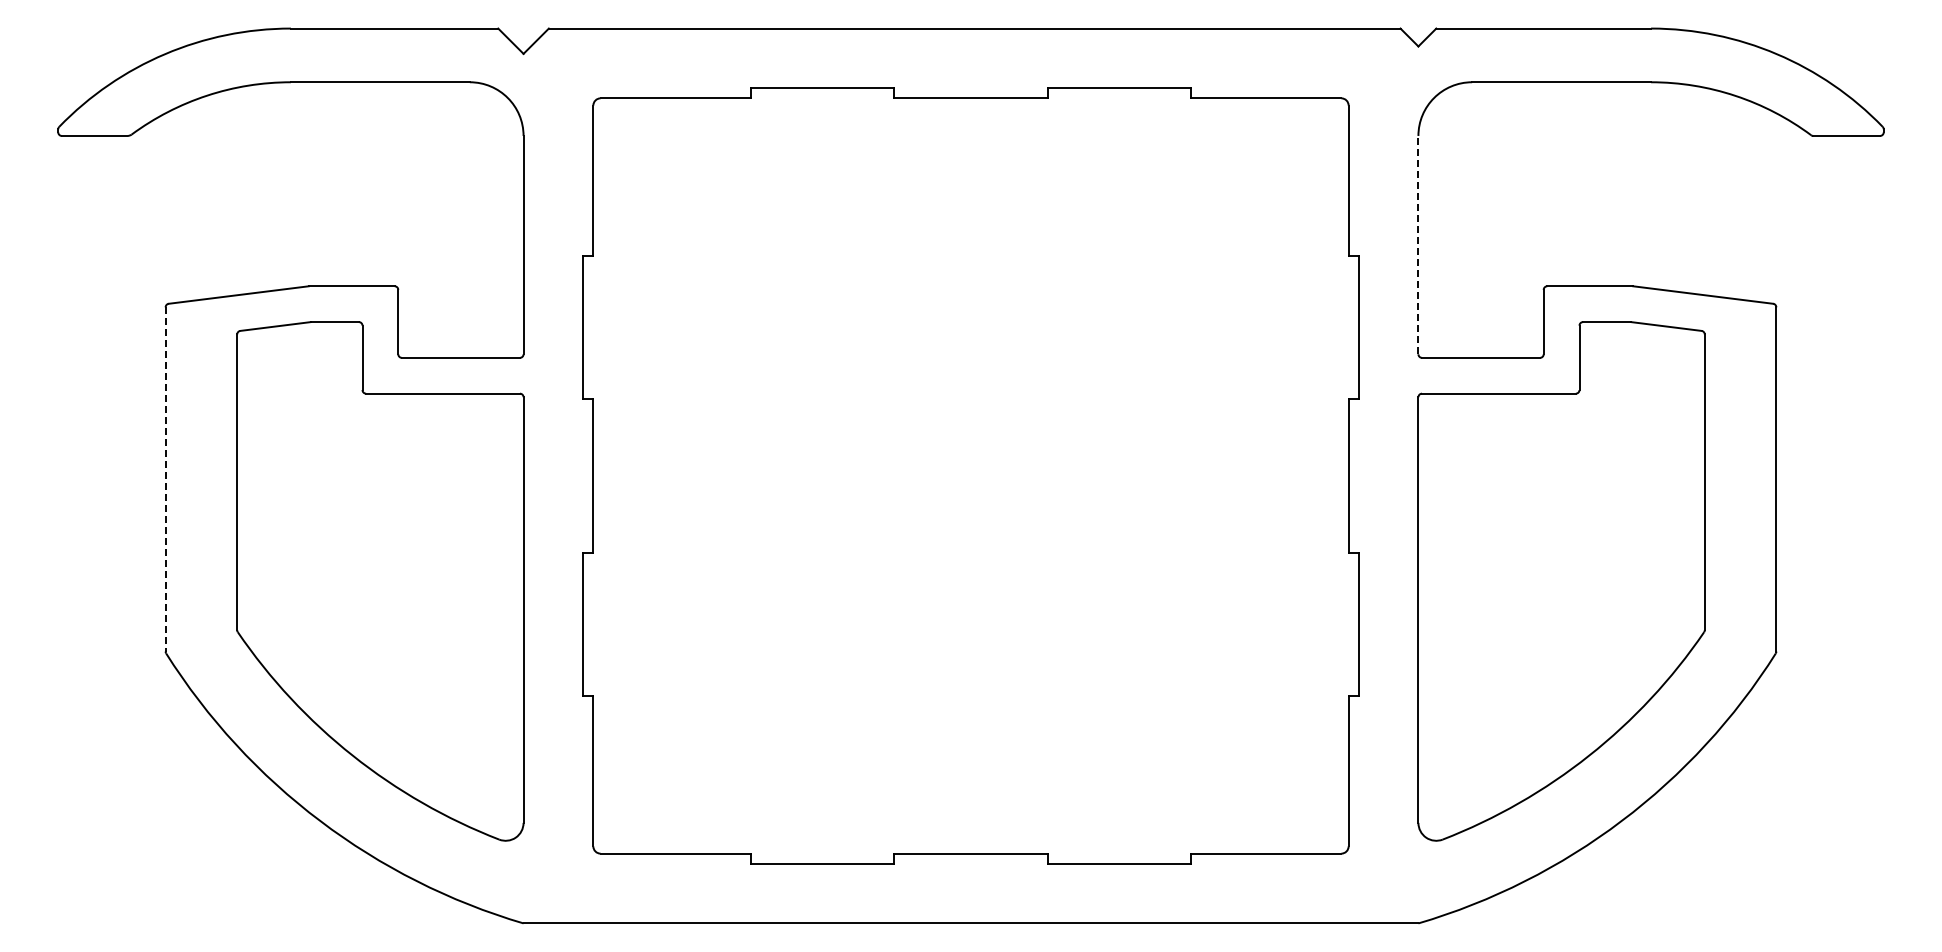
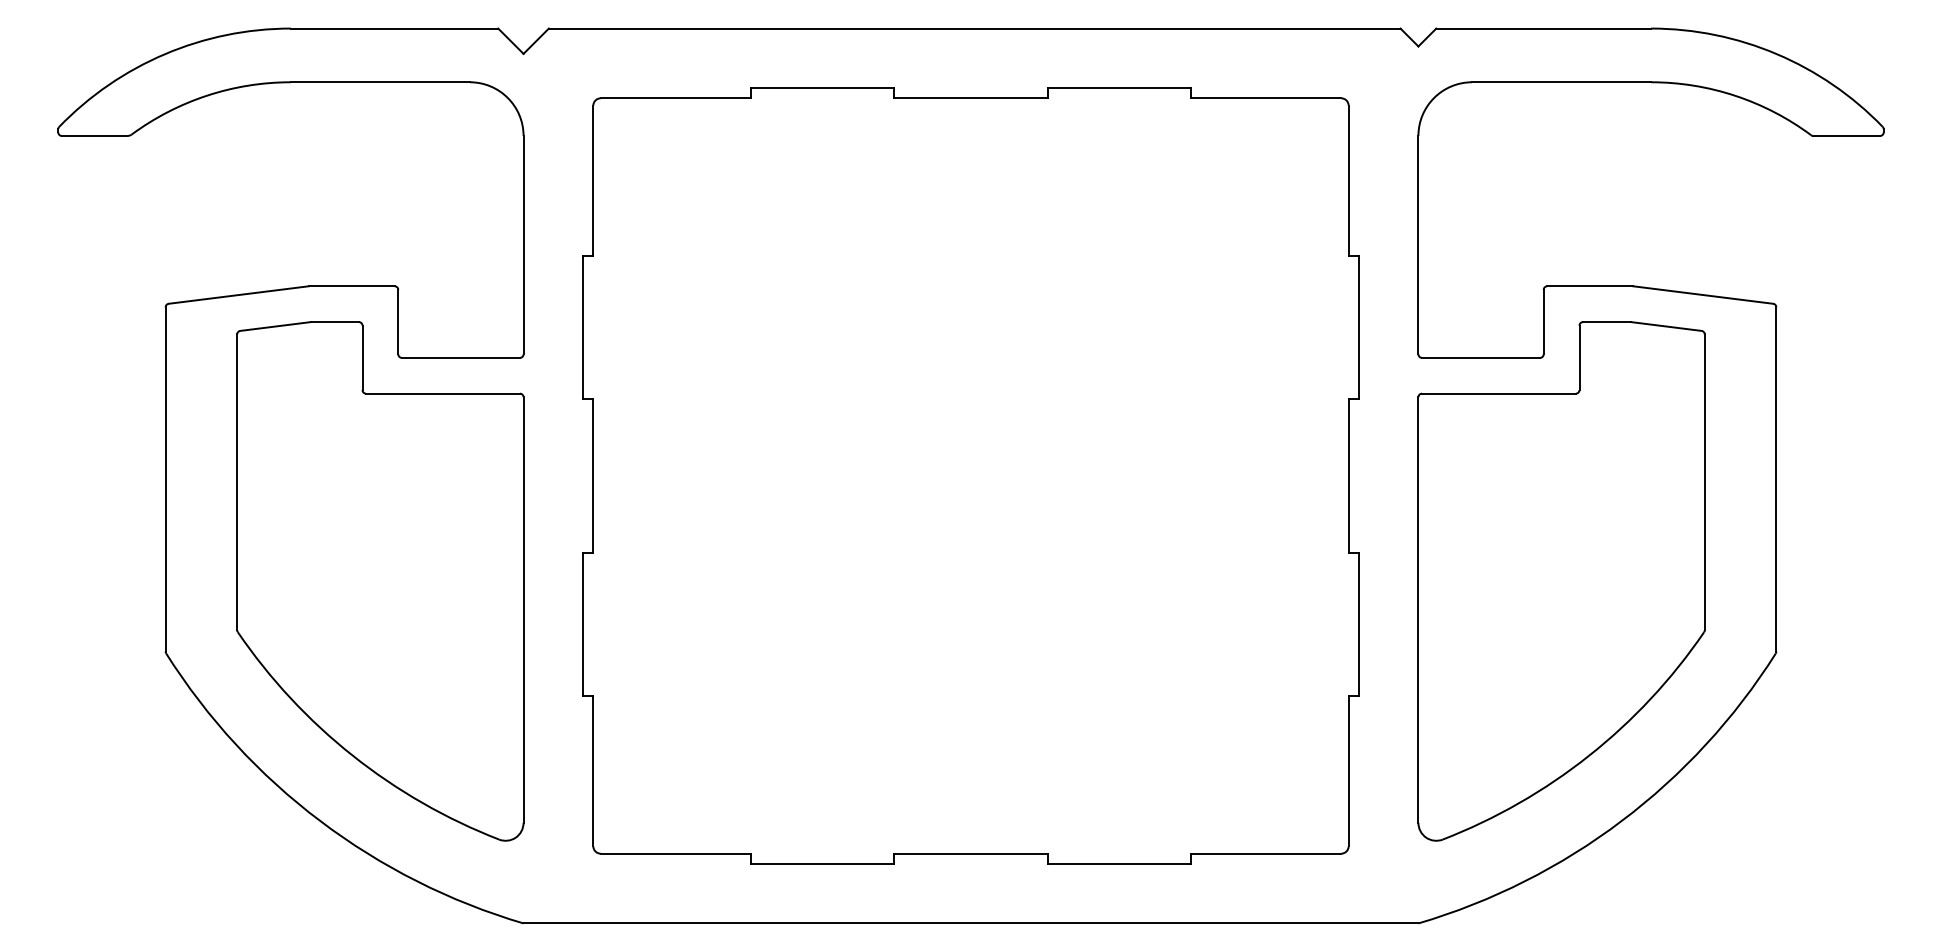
line at (1418, 244): dashed -> solid
line at (165, 479): dashed -> solid
